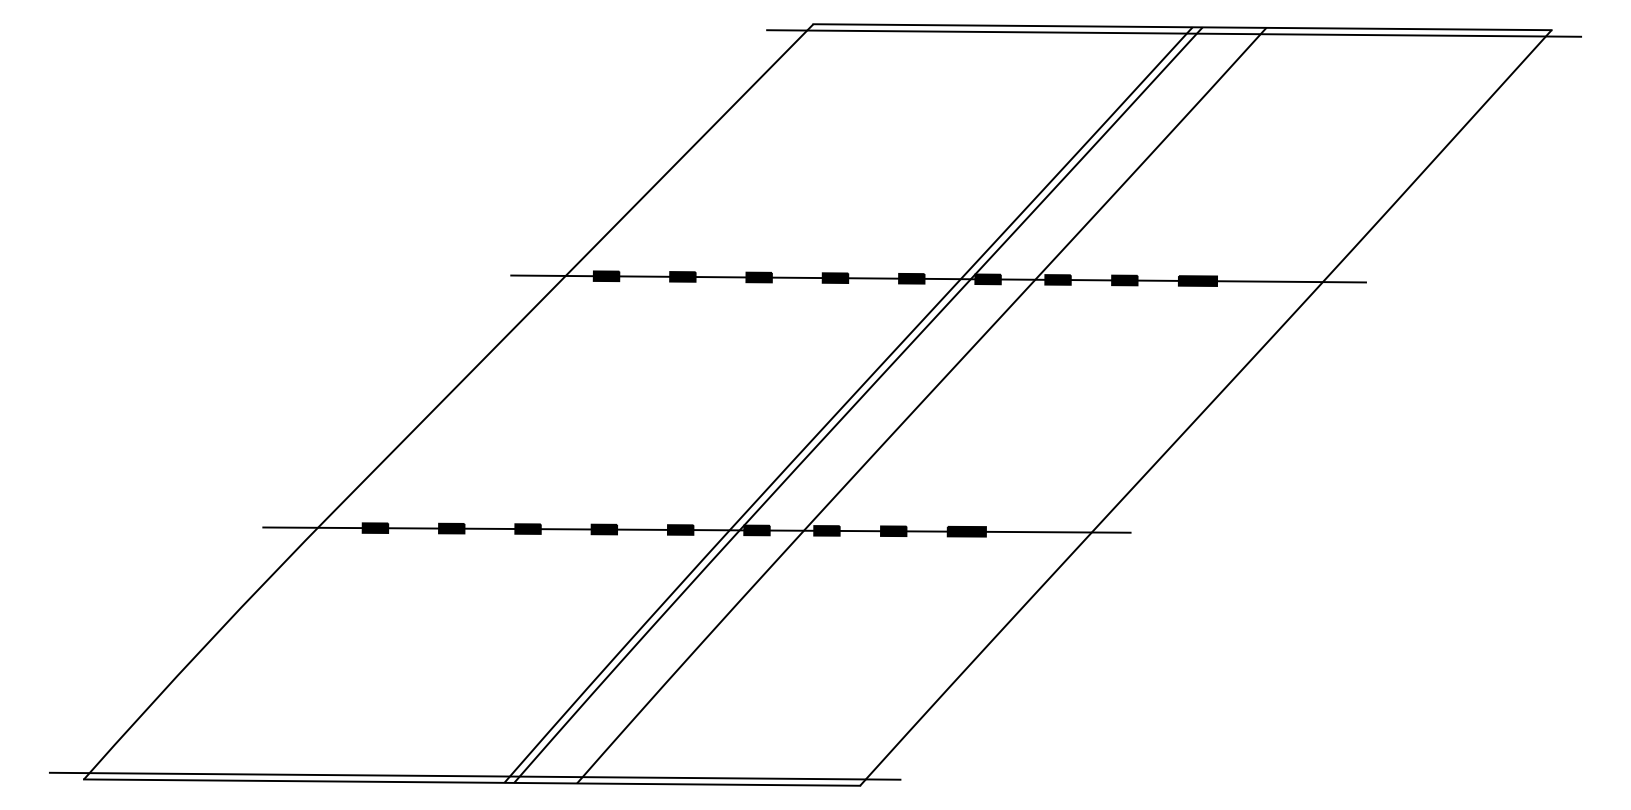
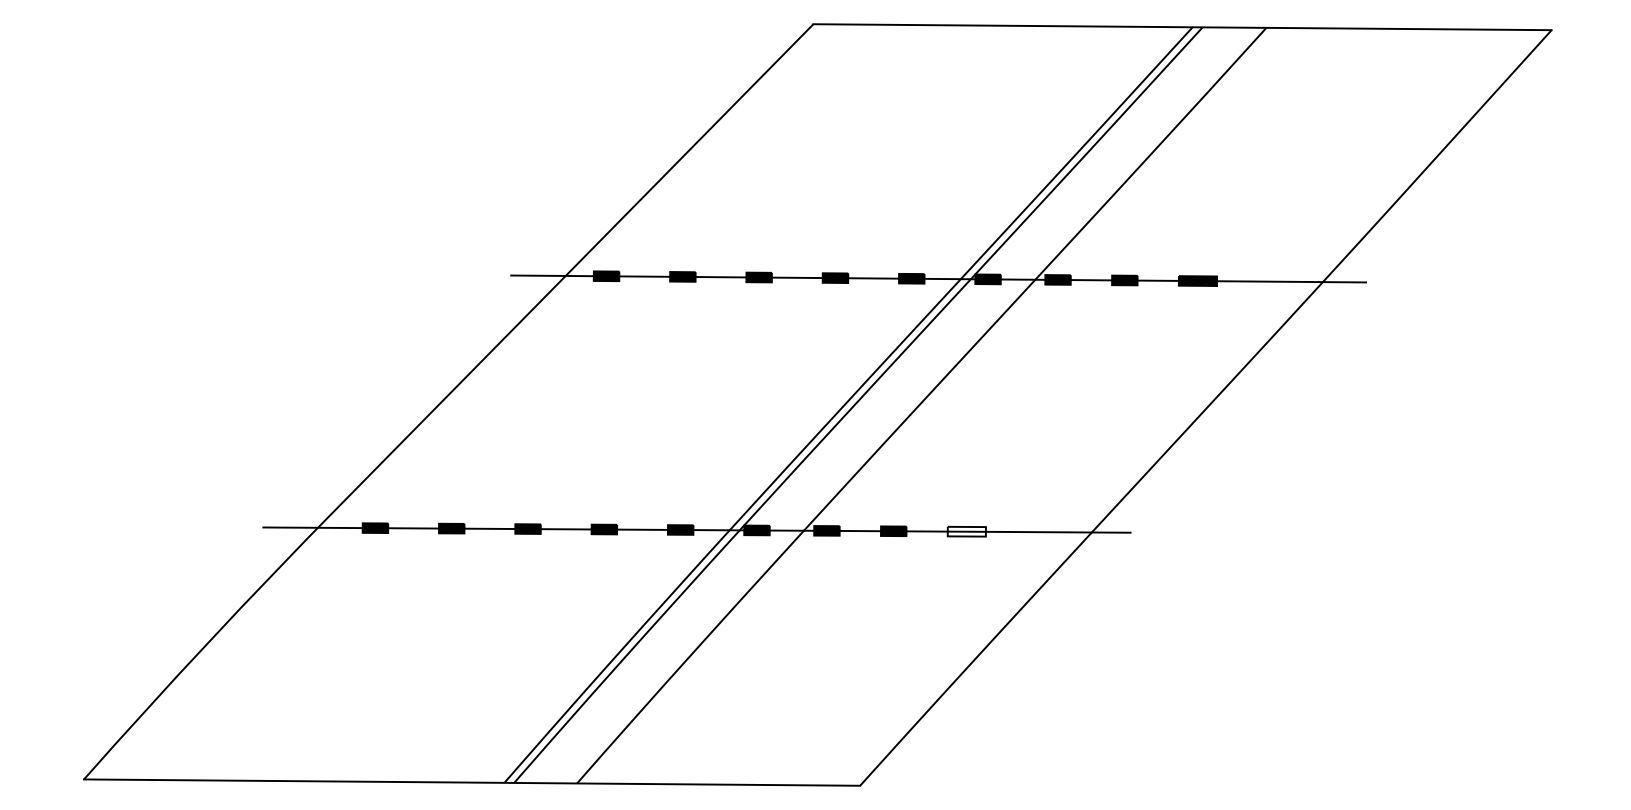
line at (1174, 33): present -> none
fill at (966, 531): present -> none
line at (474, 775): present -> none
